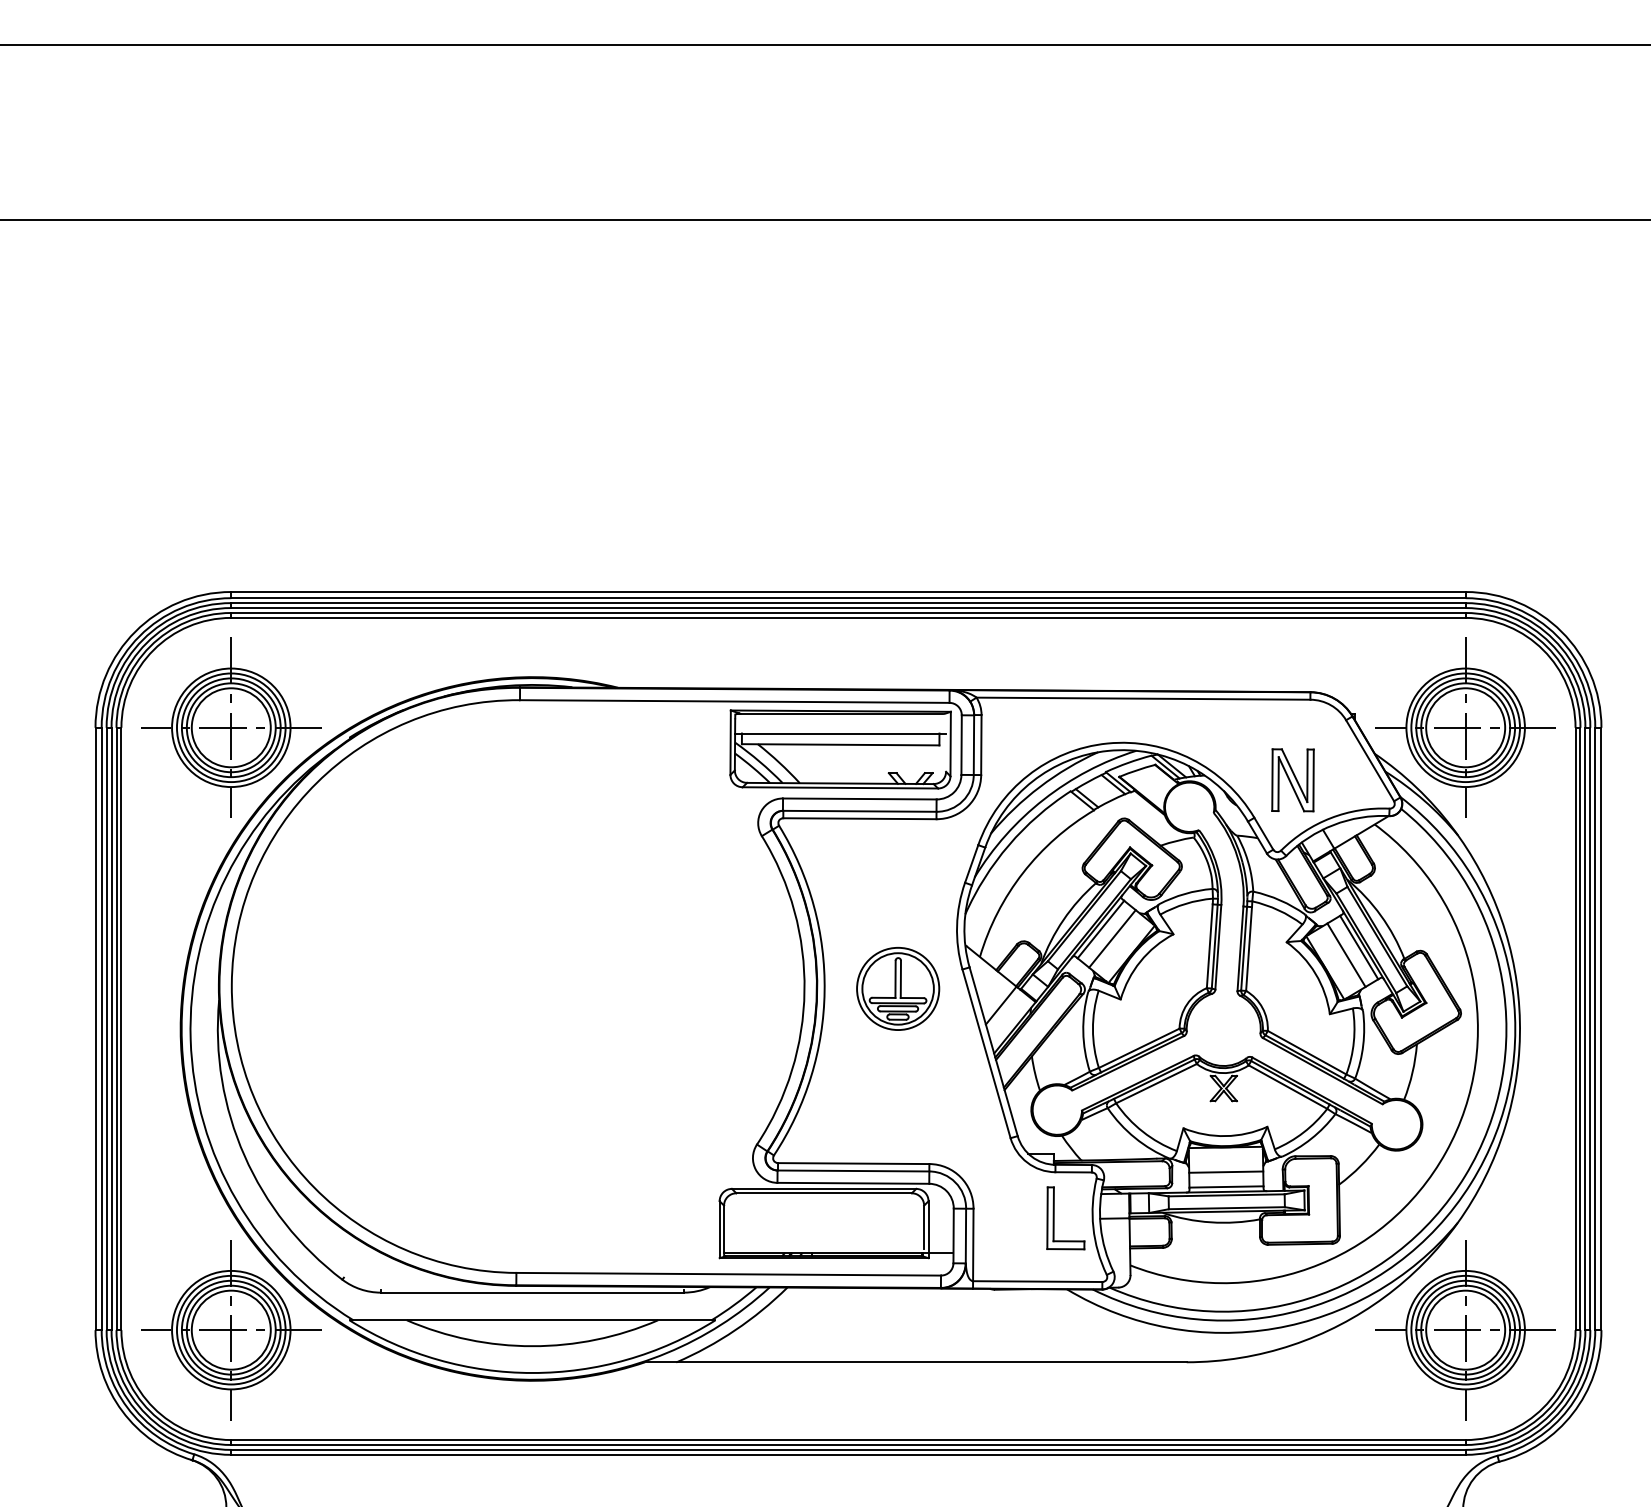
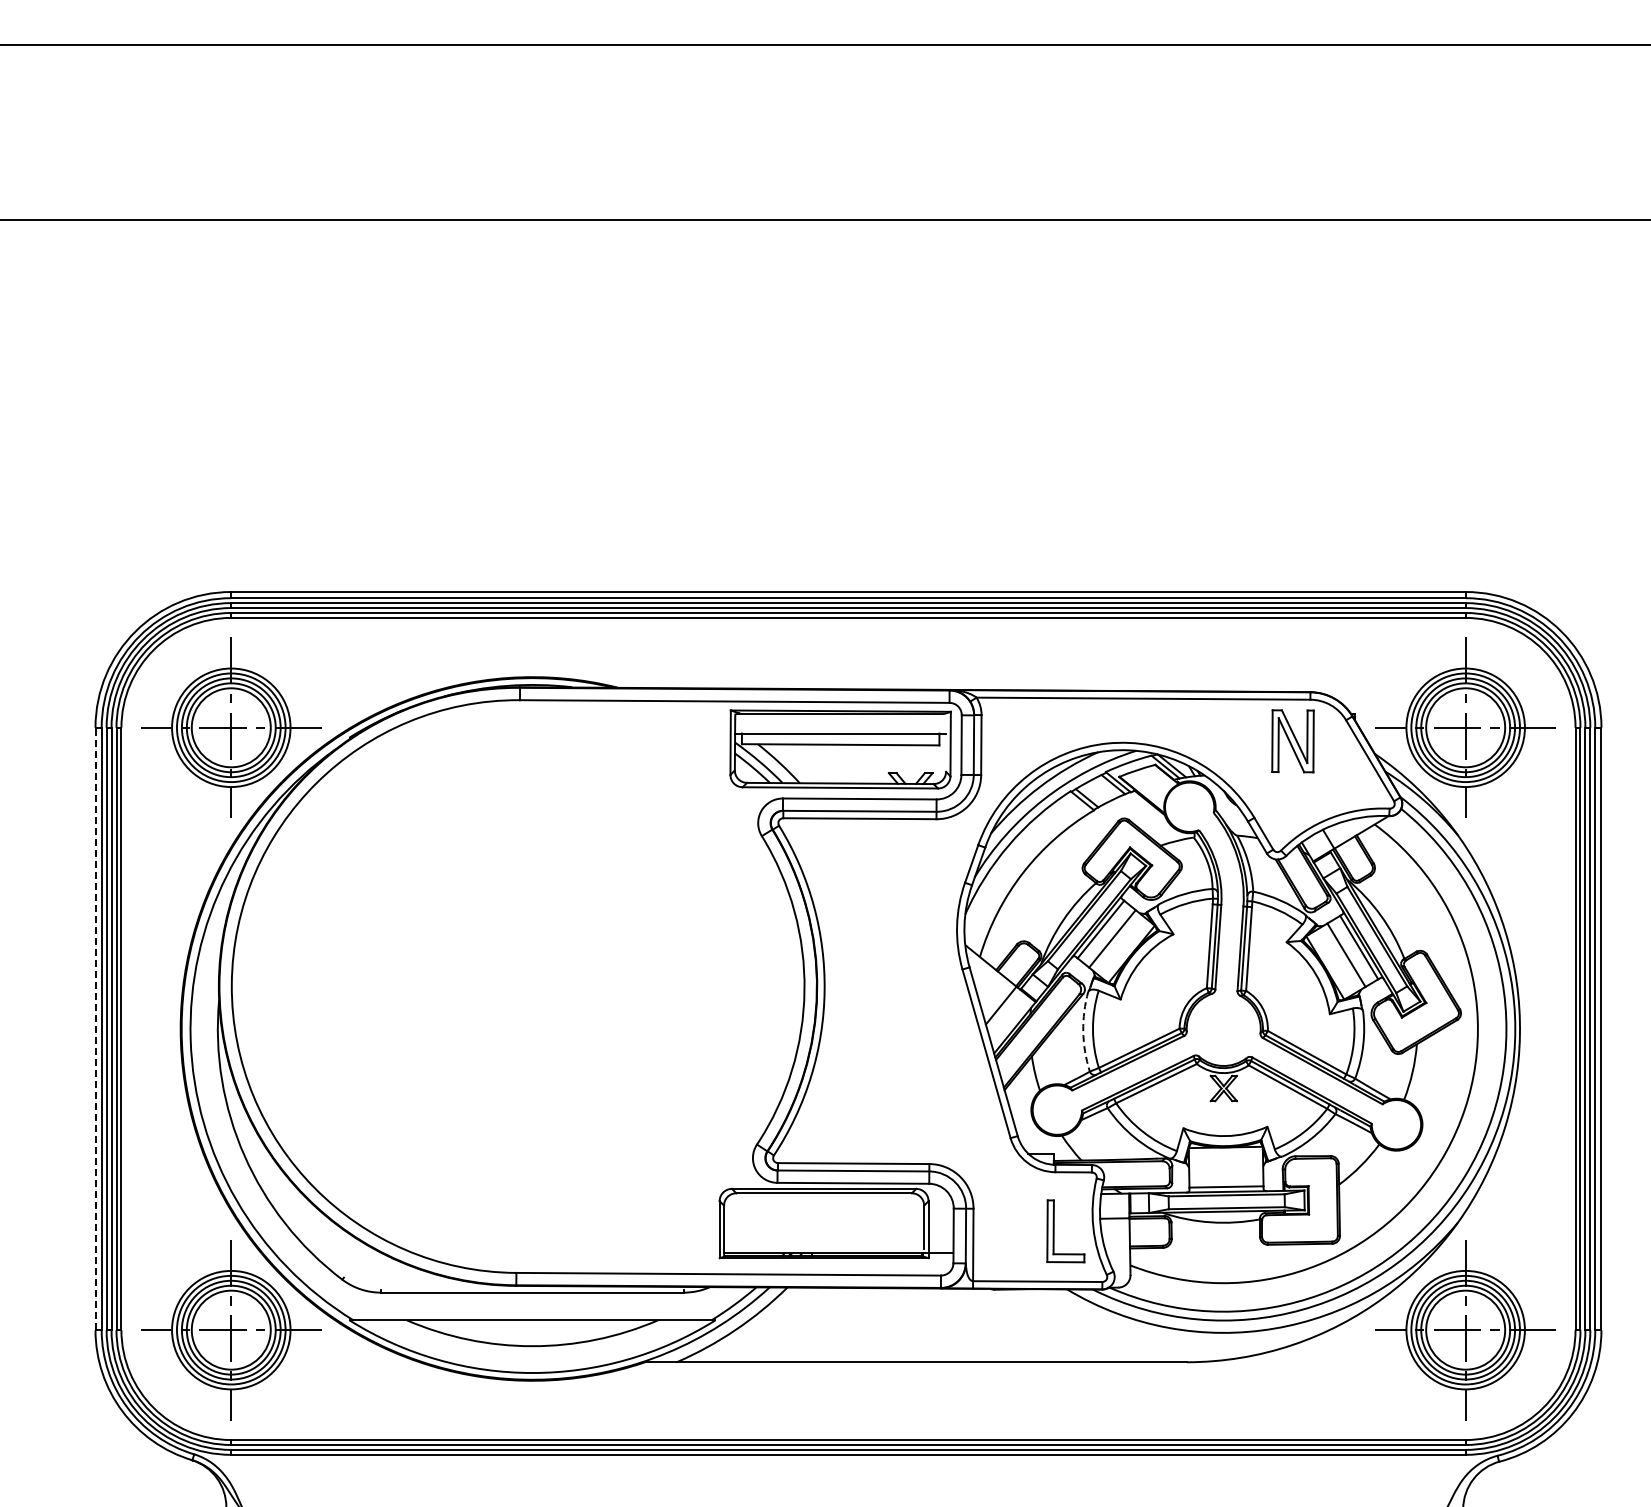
part at (1292, 780) position: (1292, 780) -> (1292, 741)
part at (898, 988): present -> none
line at (95, 1028): solid -> dashed
arc at (1083, 1031): solid -> dashed
line at (1226, 1171): present -> none
part at (1054, 1218) position: (1054, 1218) -> (1054, 1231)
